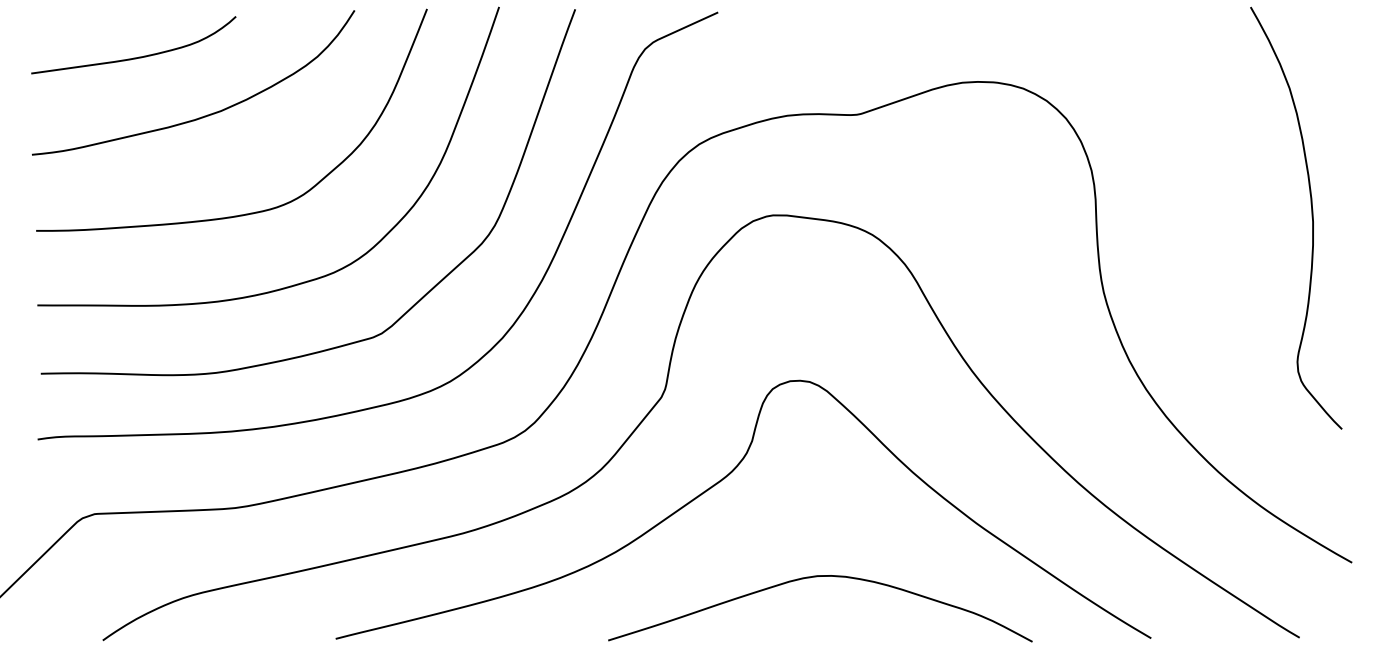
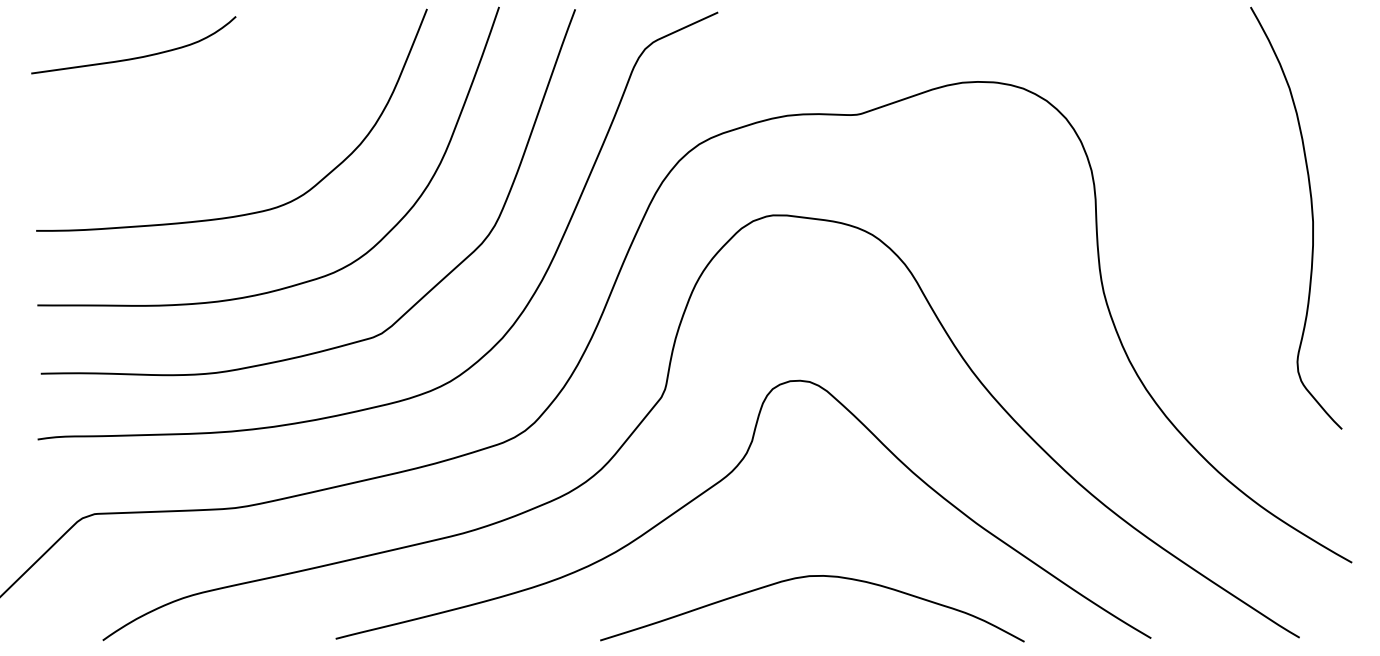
curve at (204, 115): present -> none
curve at (816, 577) position: (816, 577) -> (808, 577)
